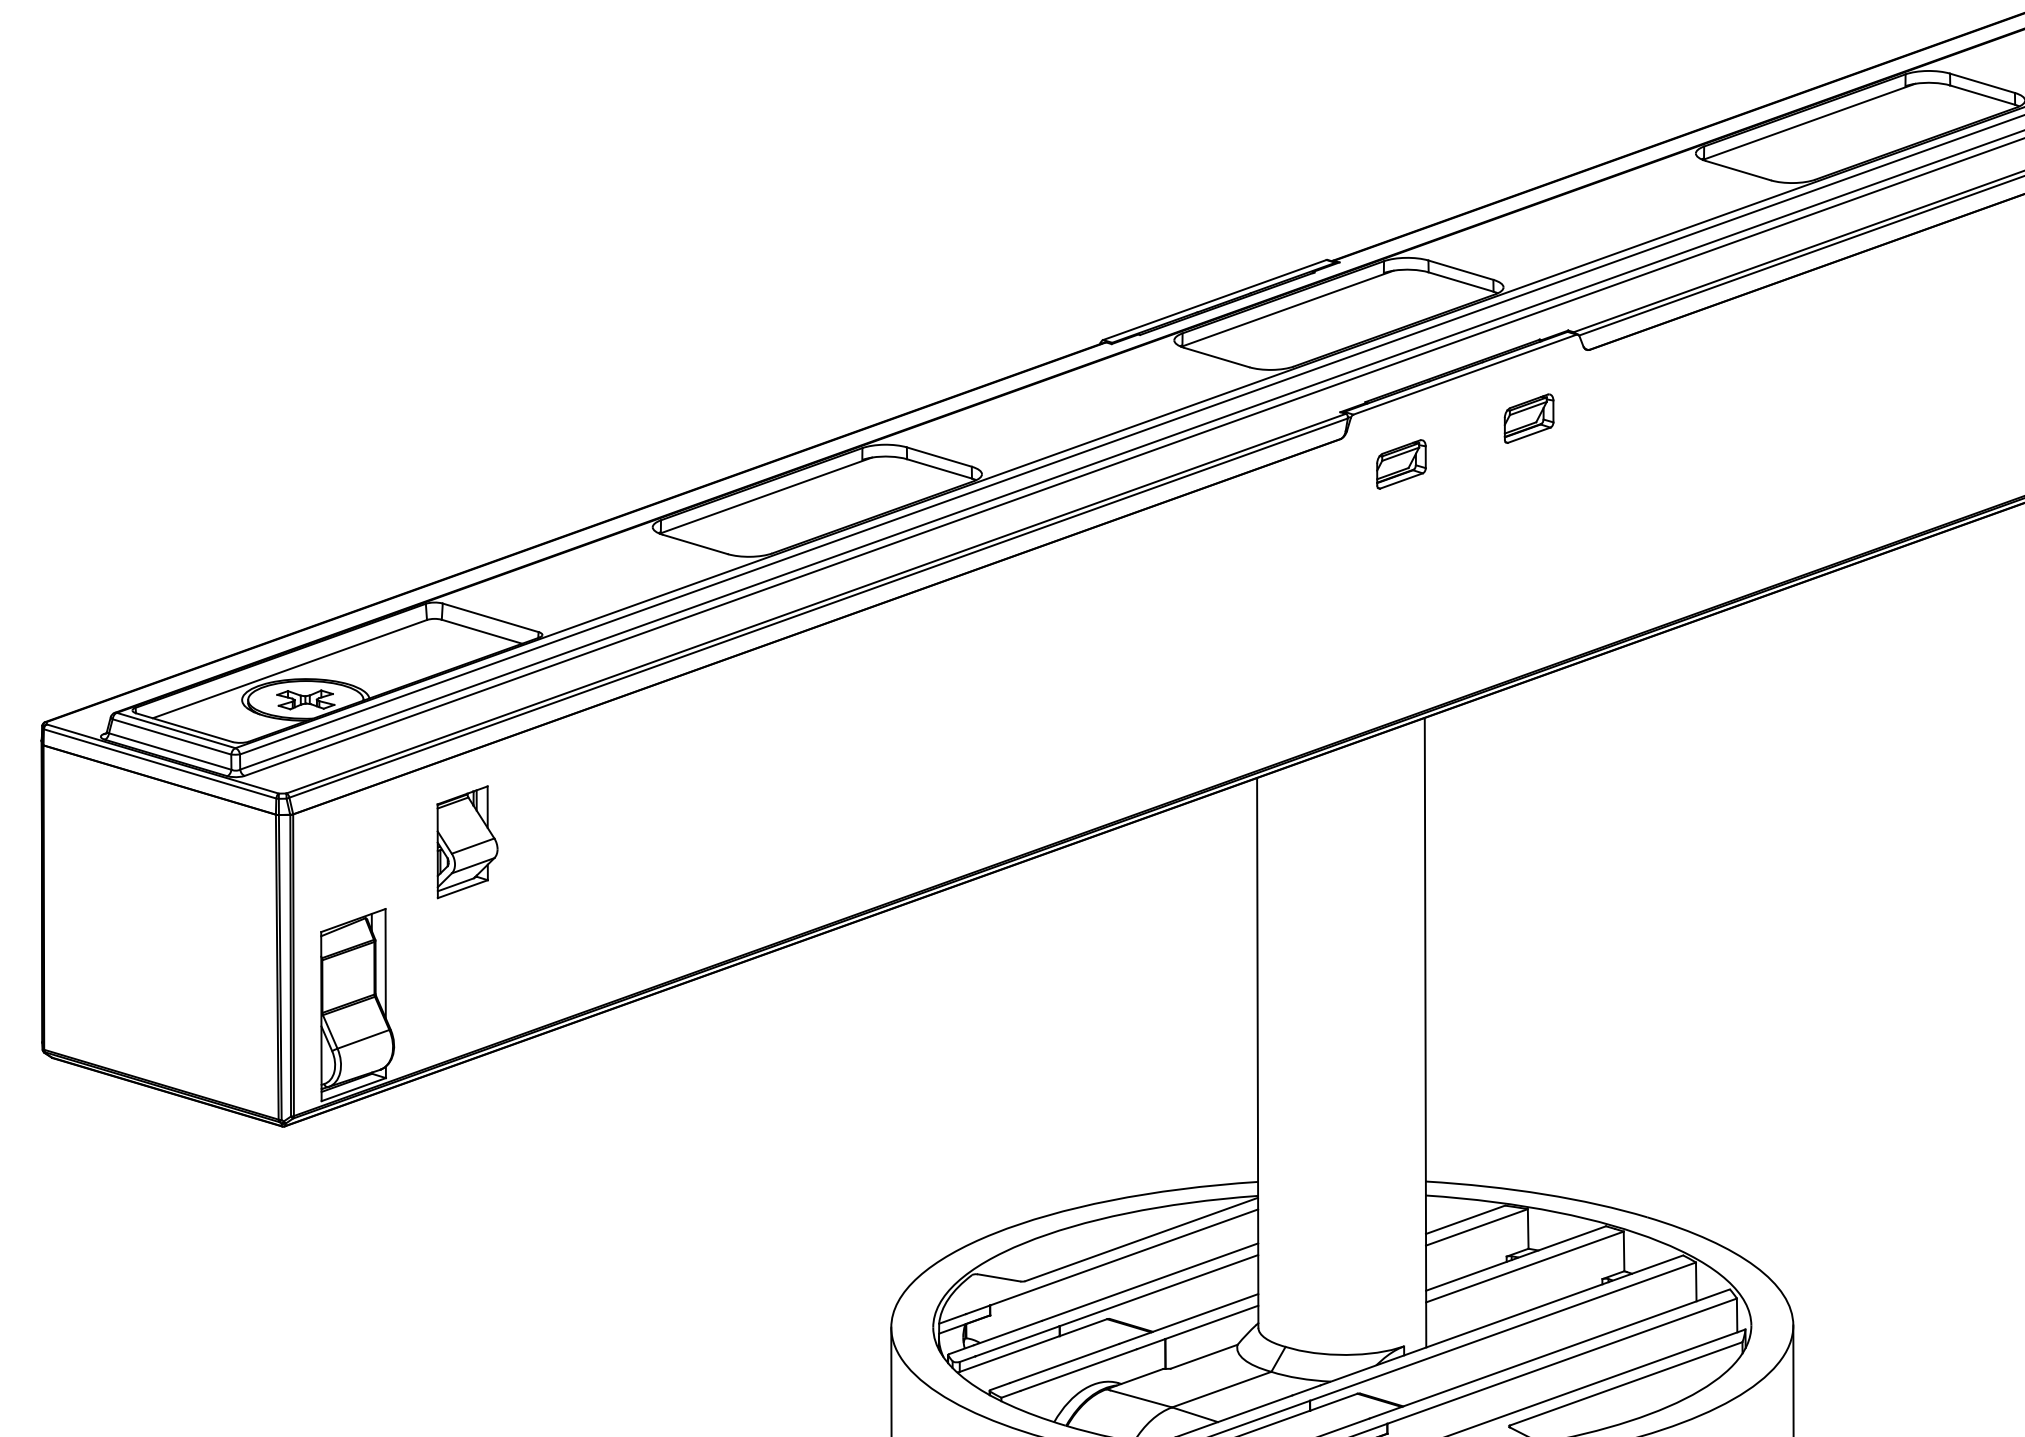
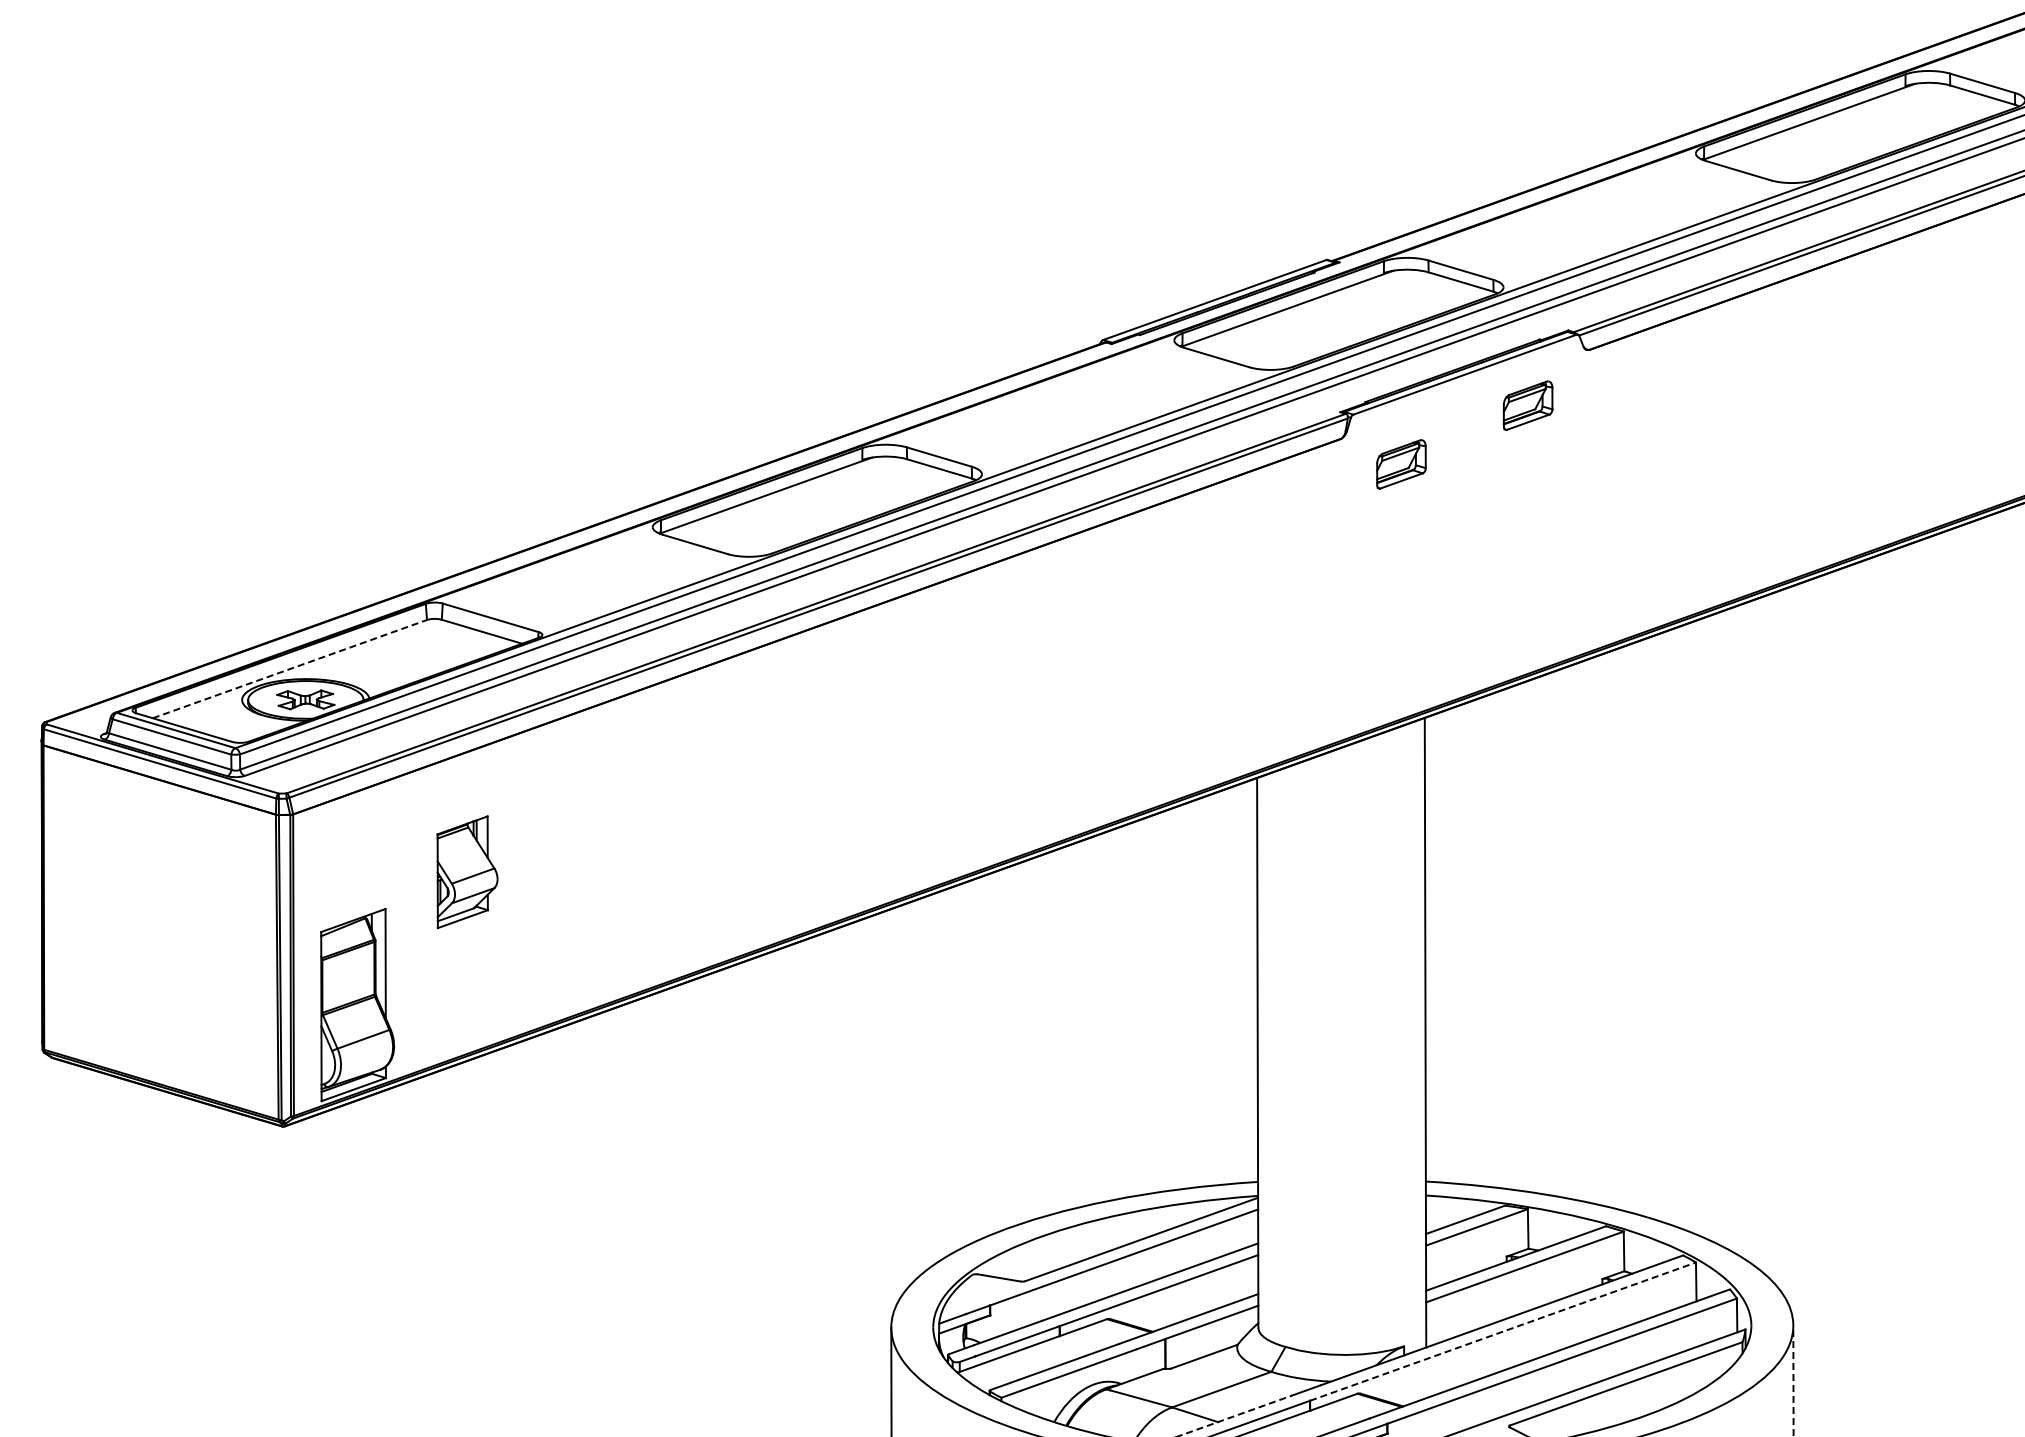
part at (1528, 418) position: (1528, 418) -> (1527, 405)
line at (289, 669): solid -> dashed
part at (467, 842) position: (467, 842) -> (467, 872)
line at (1503, 1331): solid -> dashed
line at (1793, 1380): solid -> dashed
line at (1235, 1416): solid -> dashed
